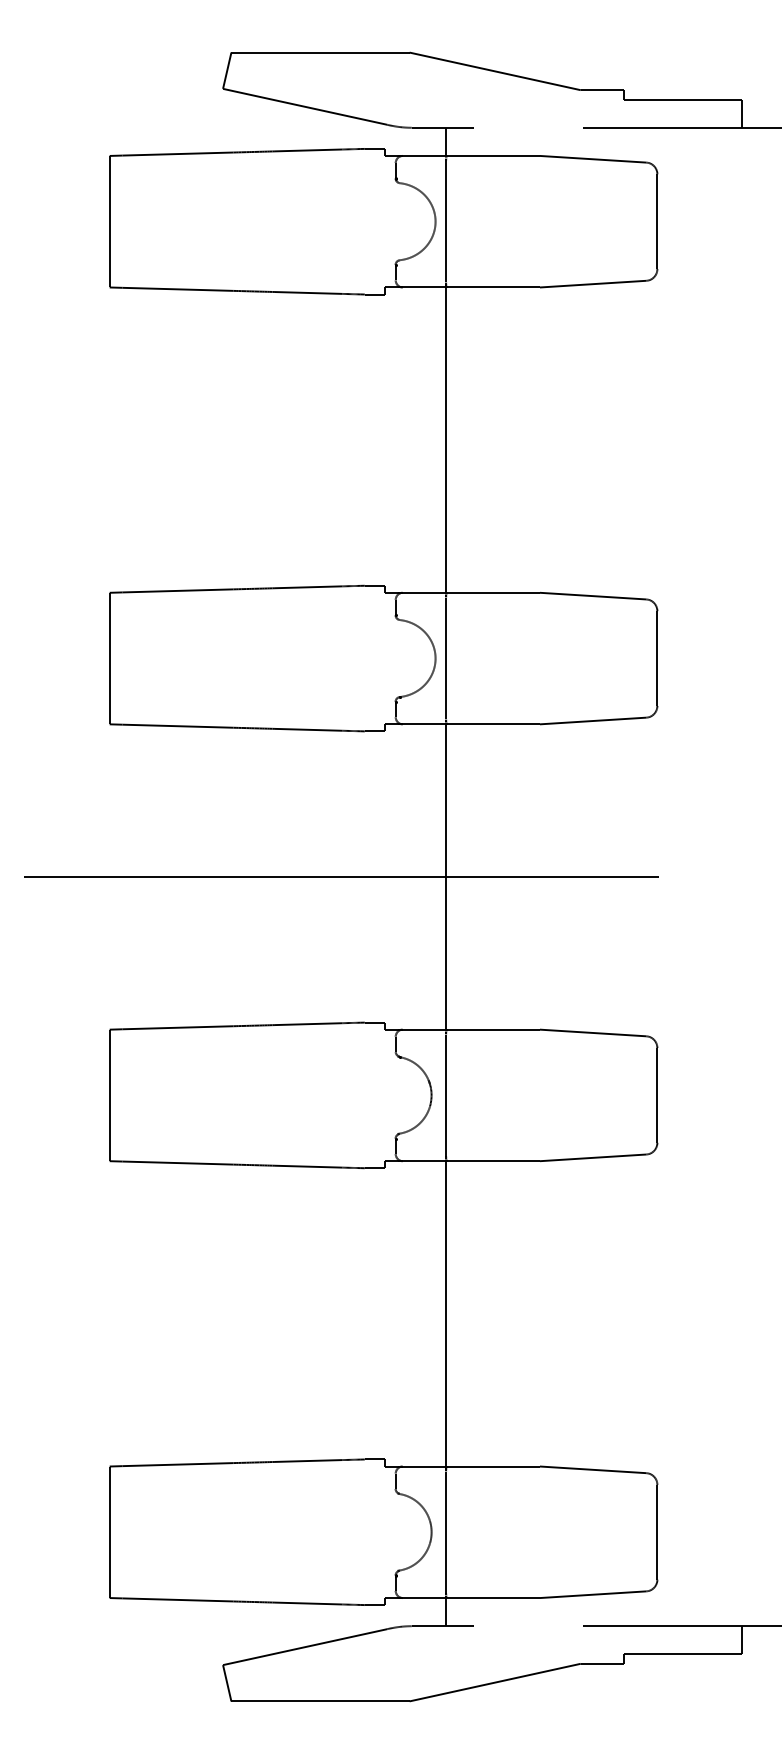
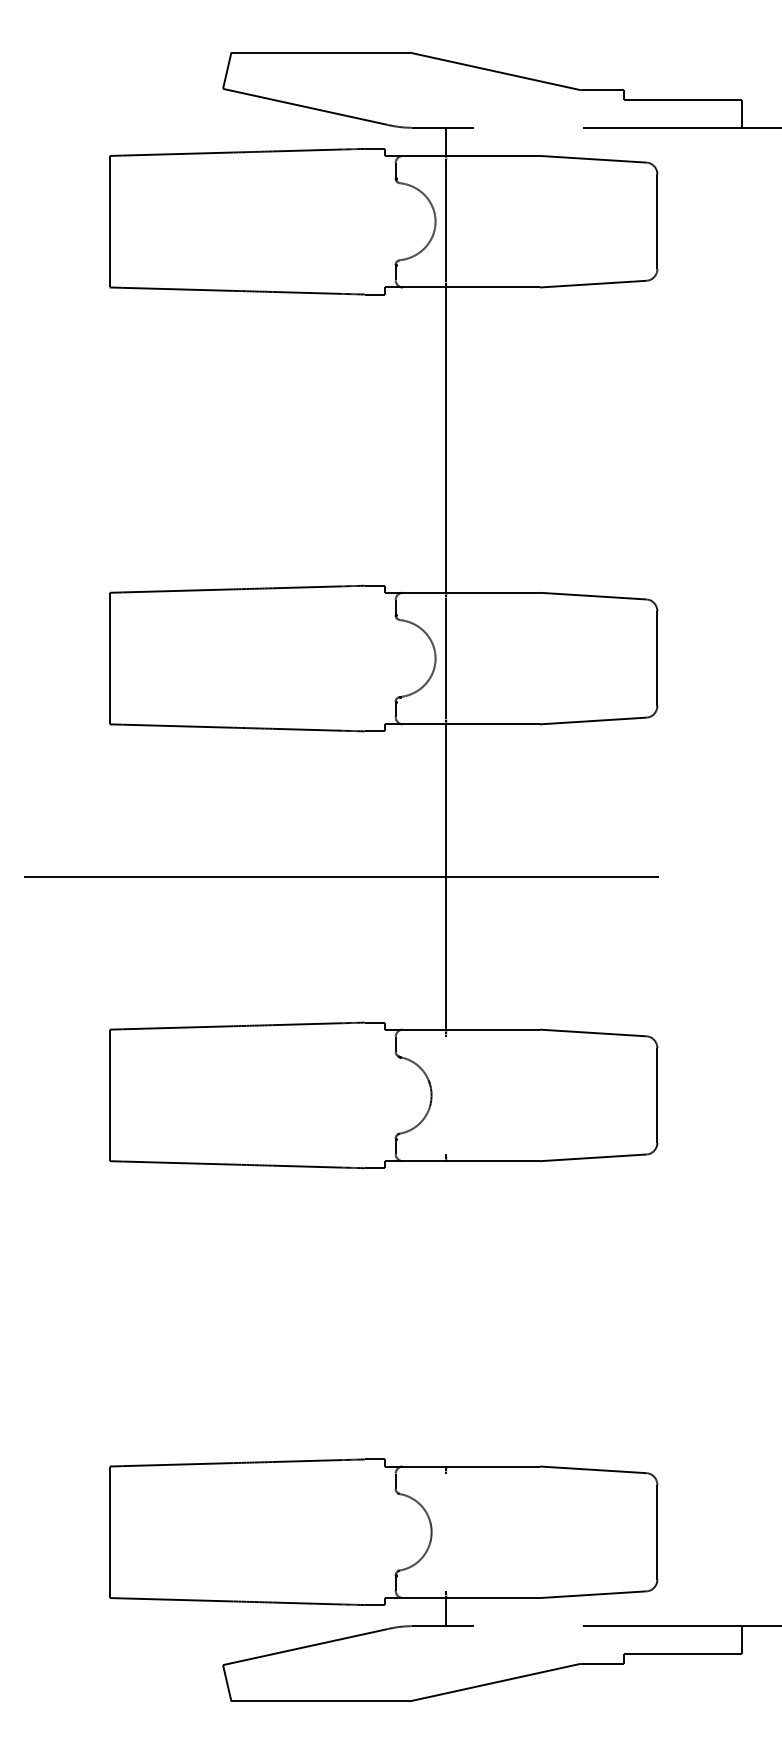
line at (446, 1095): present -> none
line at (446, 1313): present -> none
line at (446, 1532): present -> none
